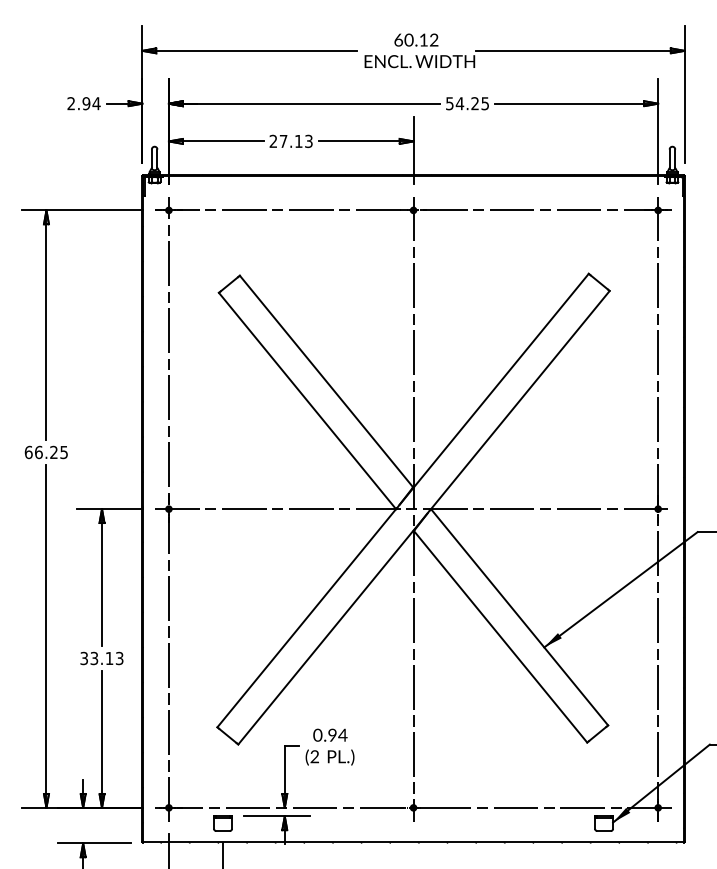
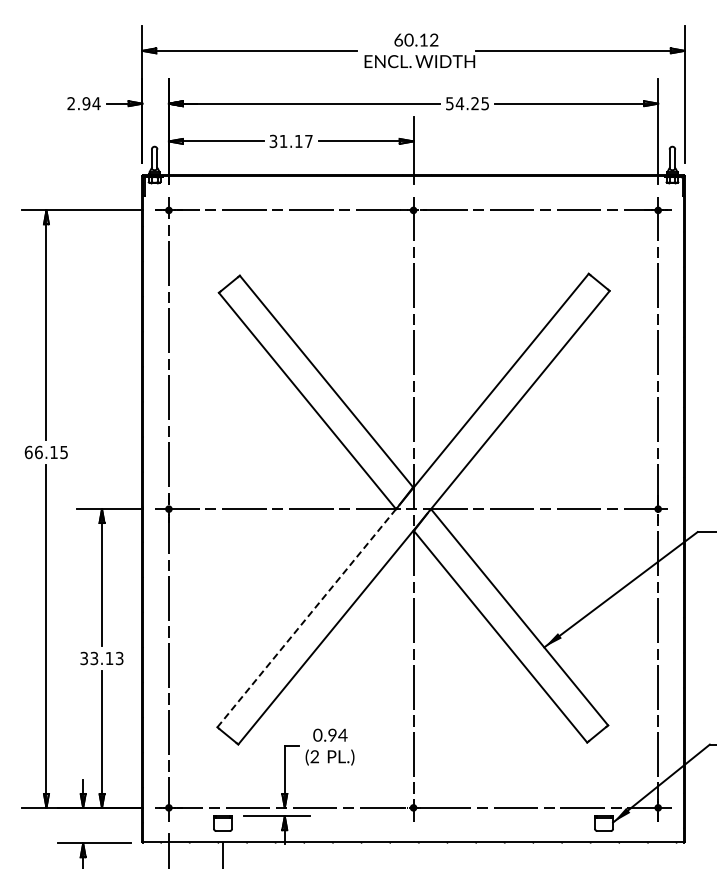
text at (290, 141): 27.13 -> 31.17
text at (53, 451): 66.25 -> 66.15
line at (307, 617): solid -> dashed
